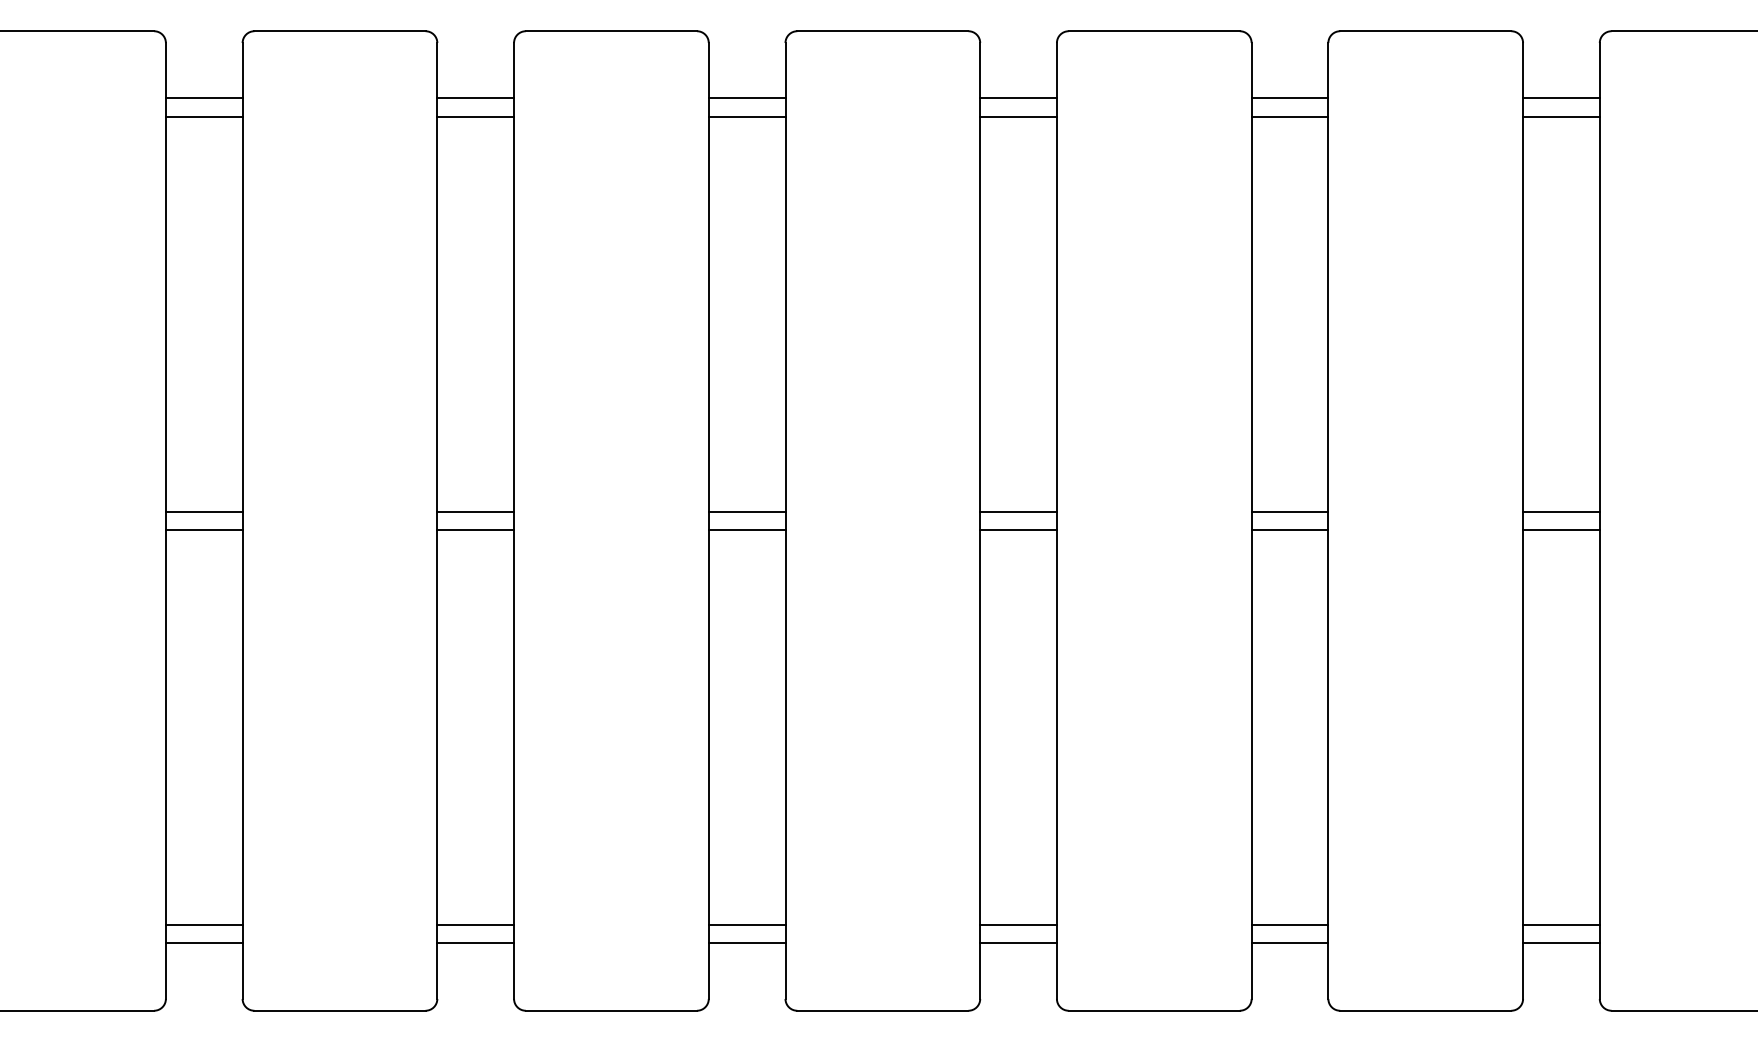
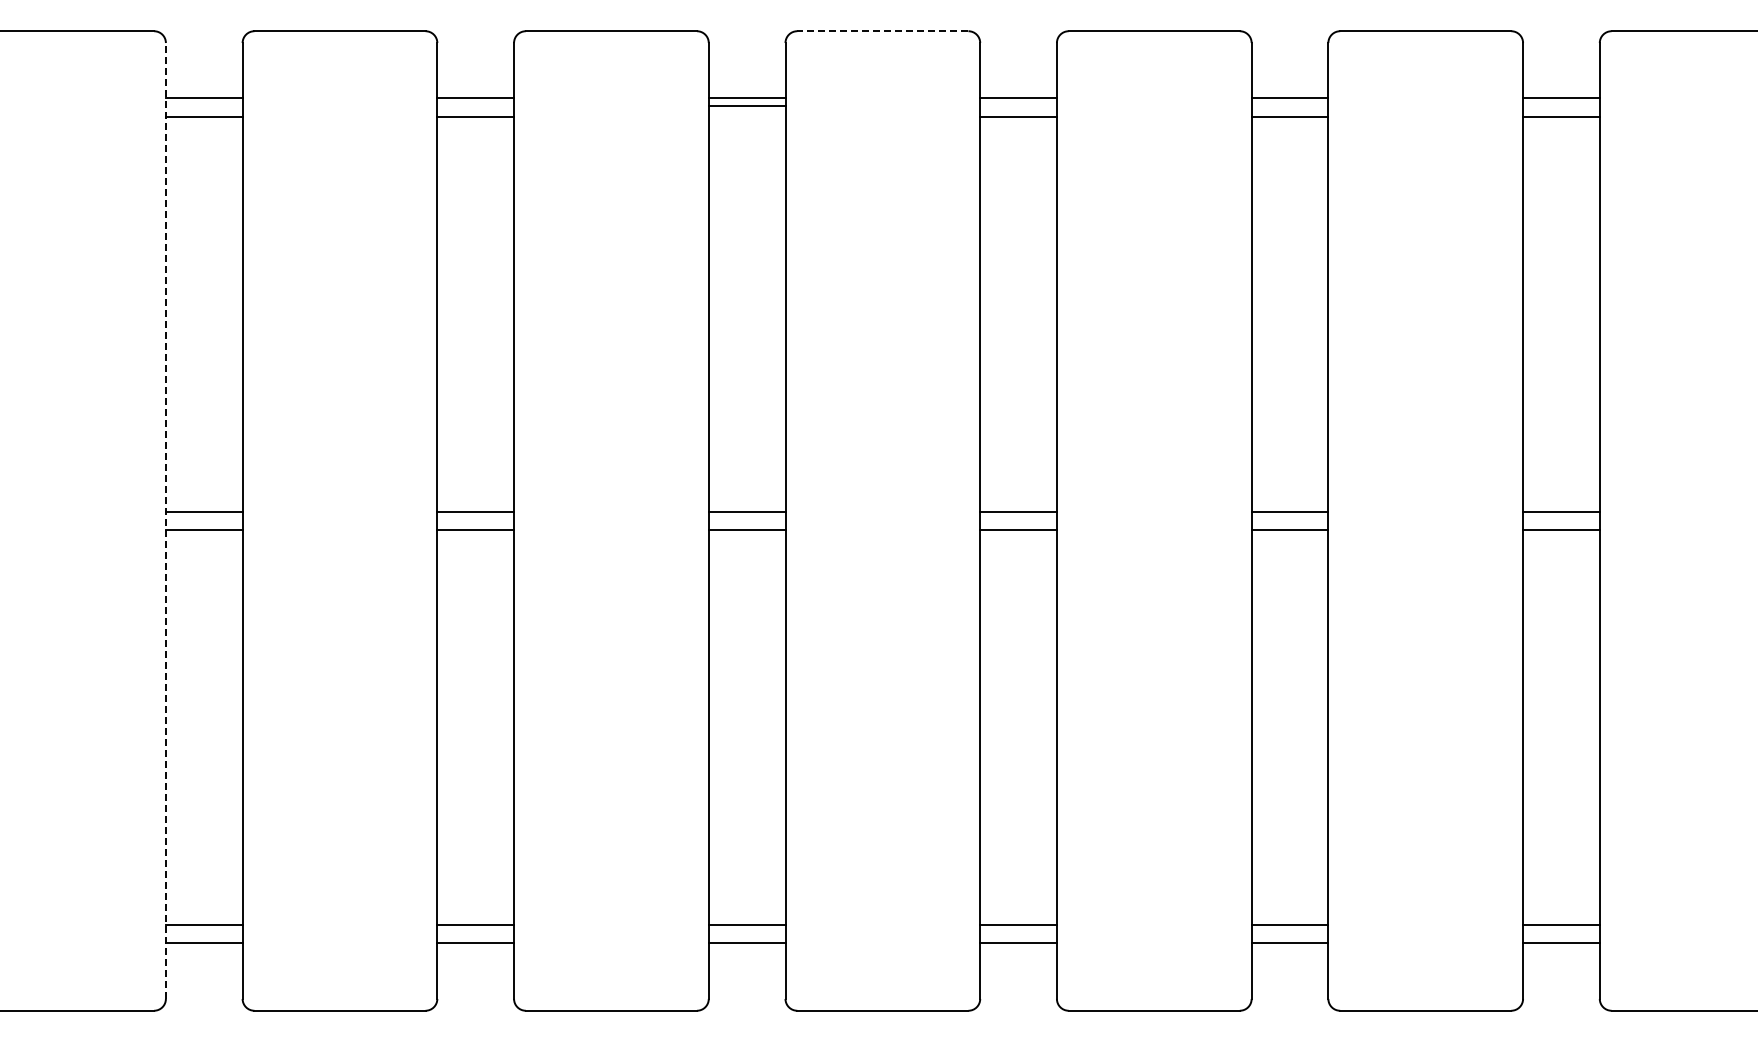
line at (882, 31): solid -> dashed
line at (746, 117) position: (746, 117) -> (746, 106)
line at (165, 521): solid -> dashed
